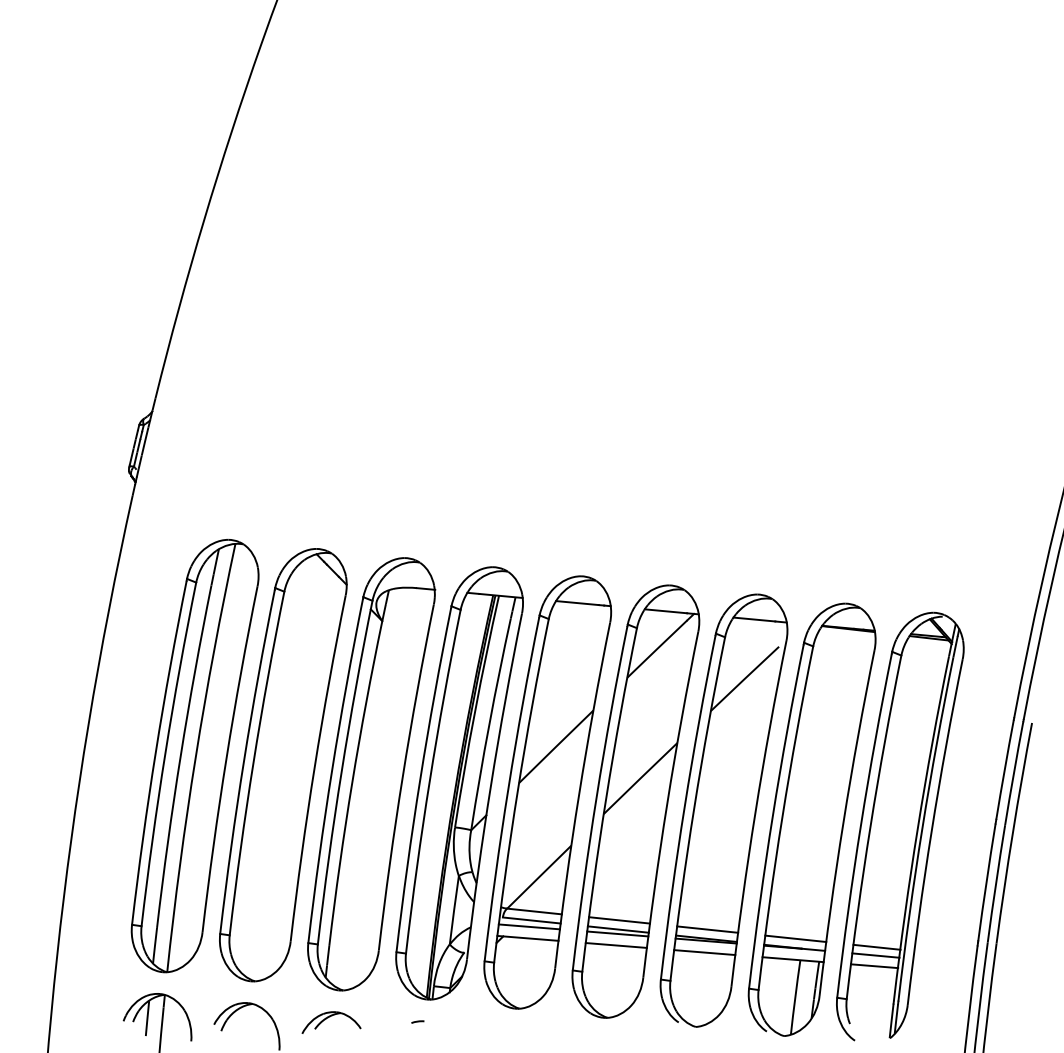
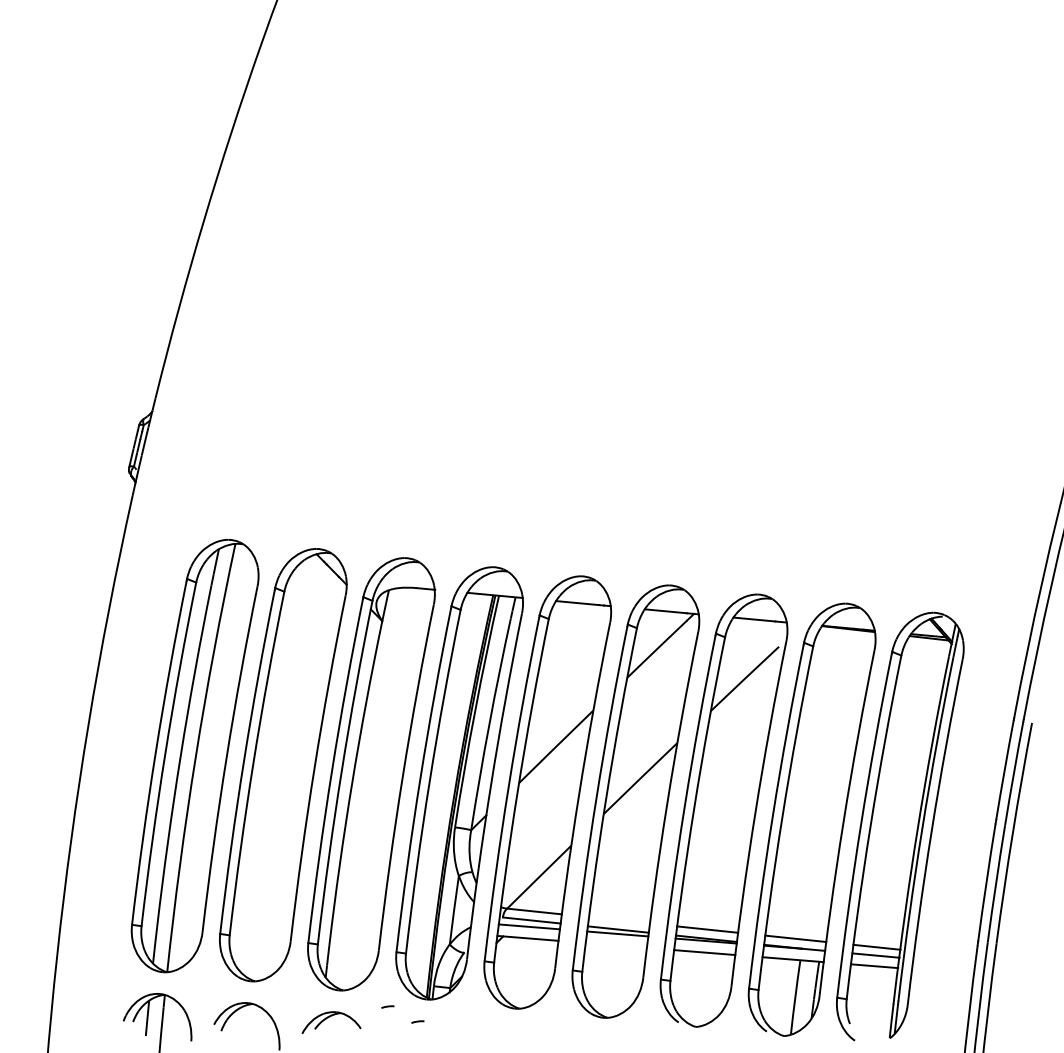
line at (619, 920): present -> none
line at (615, 945): present -> none
curve at (387, 1006): none -> present
